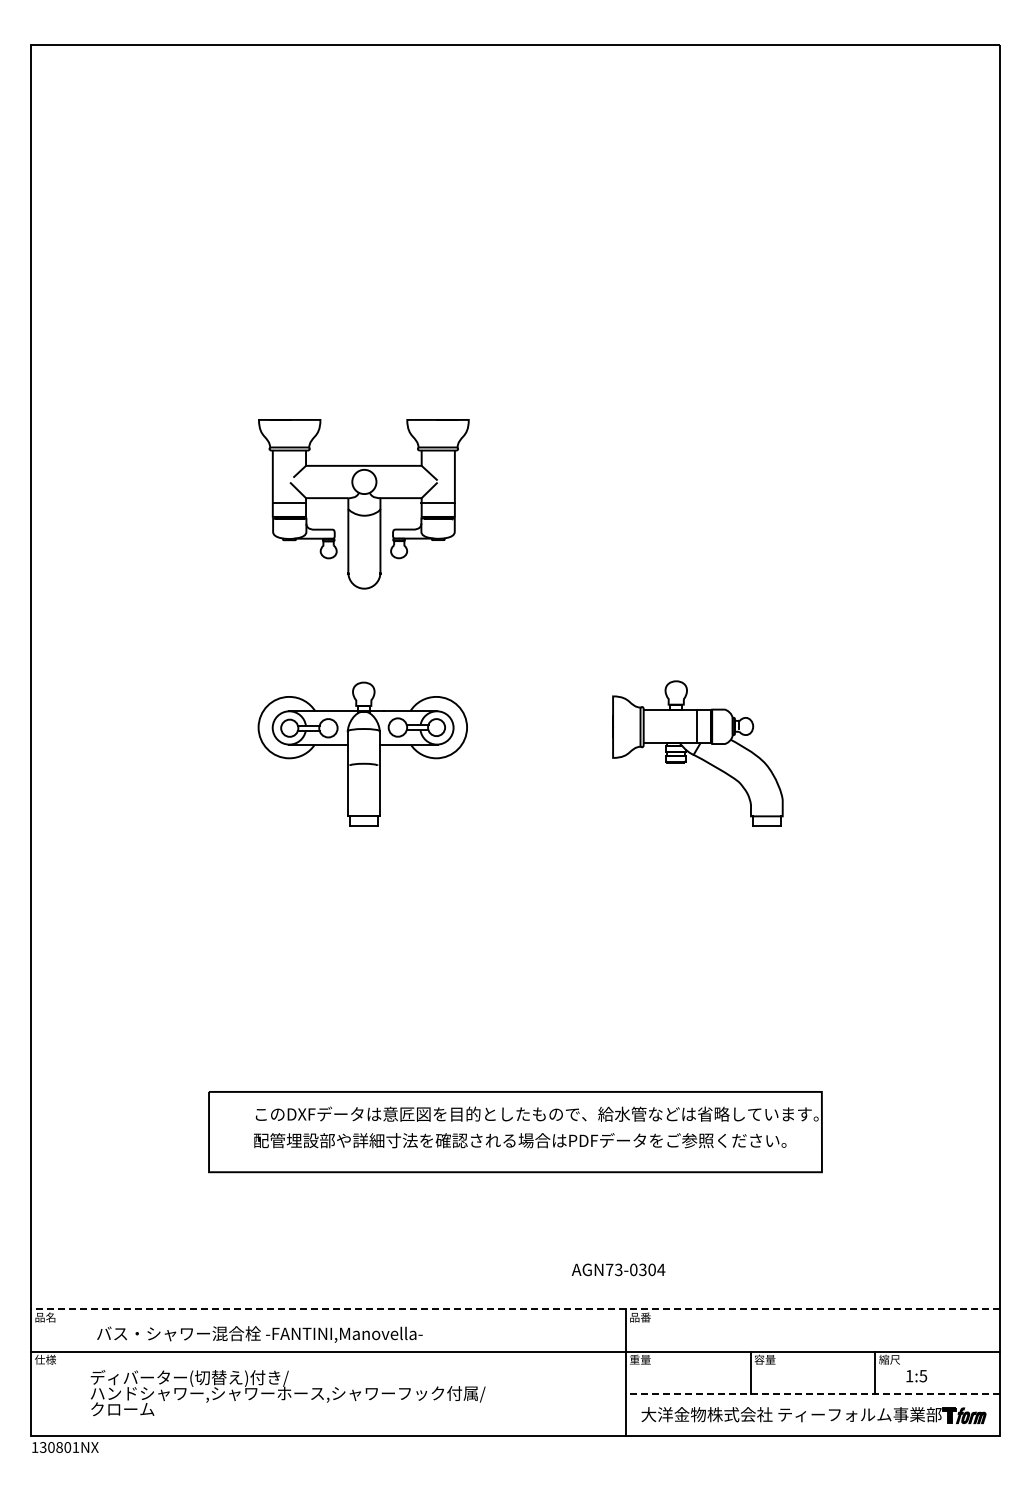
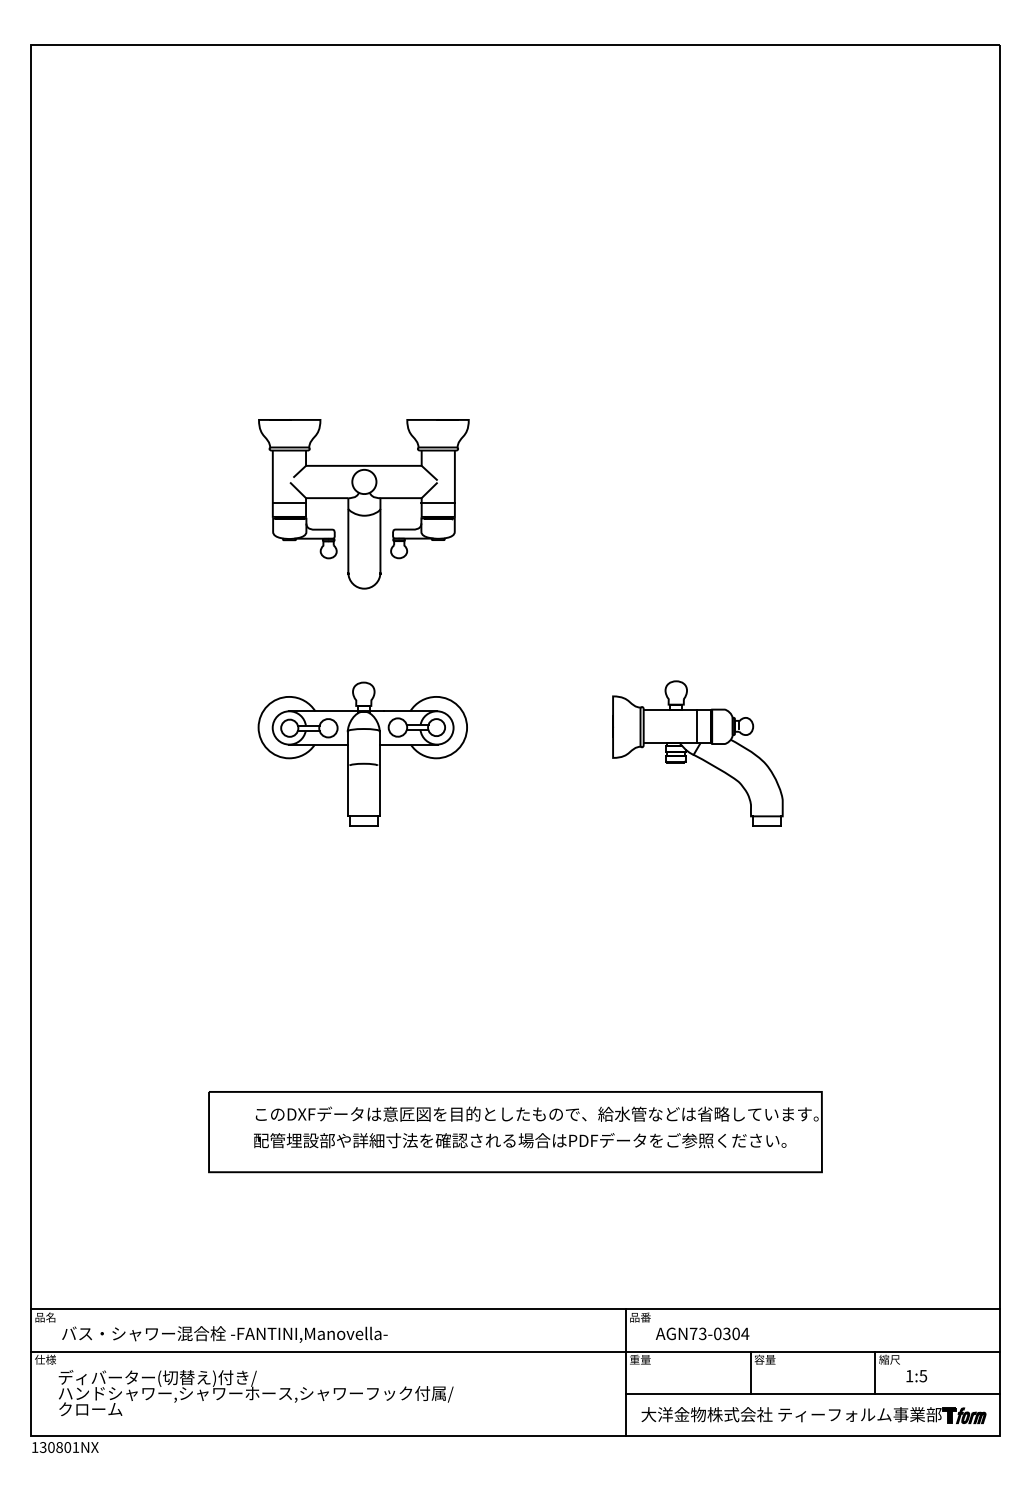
text at (618, 1269) position: (618, 1269) -> (702, 1333)
line at (515, 1309): dashed -> solid
text at (259, 1334) position: (259, 1334) -> (224, 1334)
text at (287, 1392) position: (287, 1392) -> (255, 1392)
line at (812, 1393): dashed -> solid
